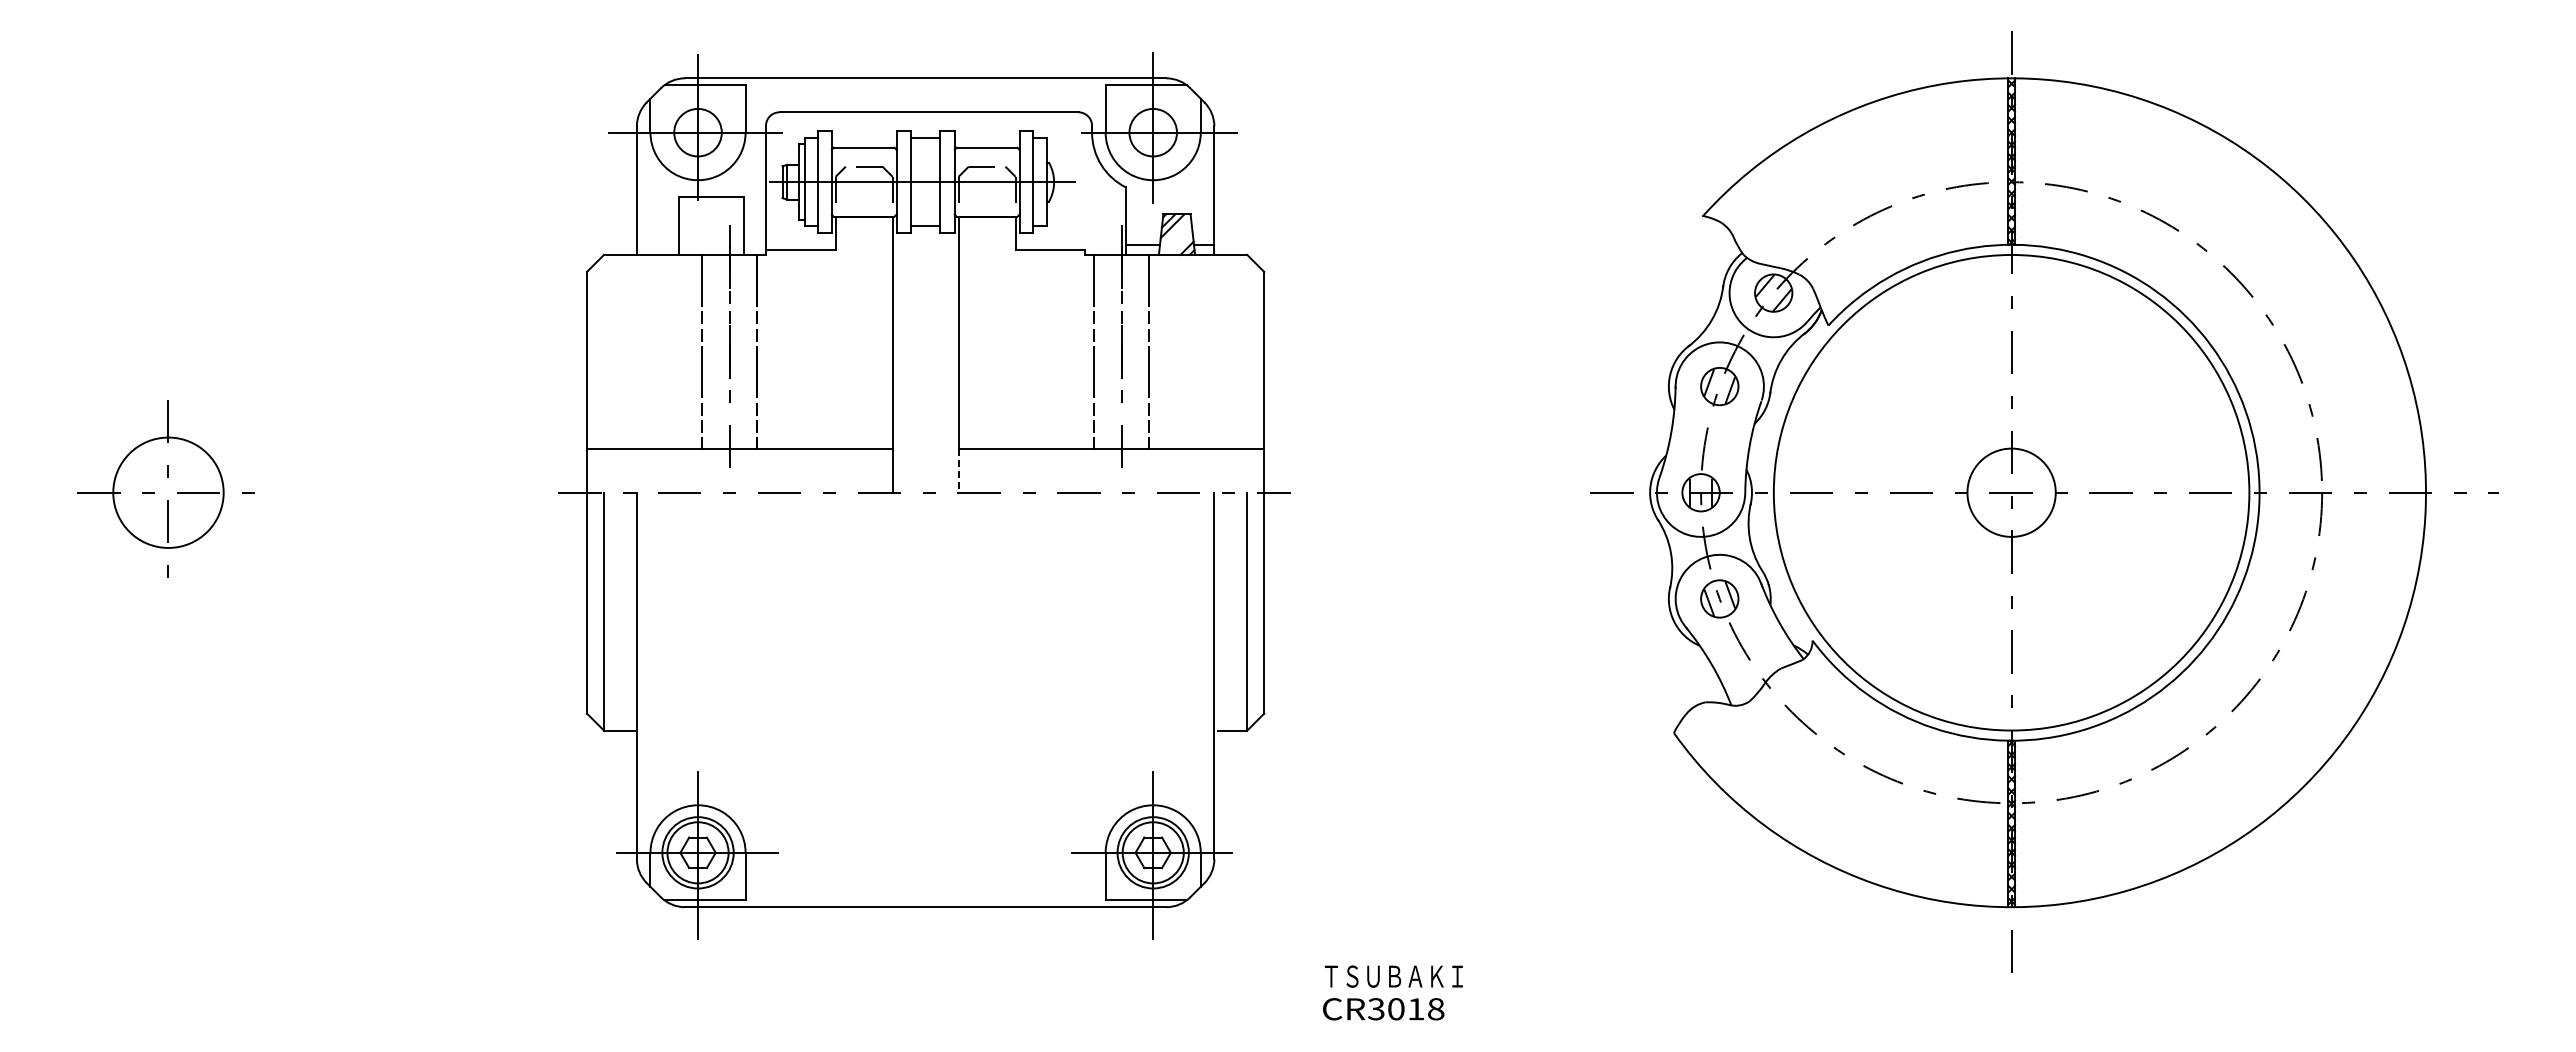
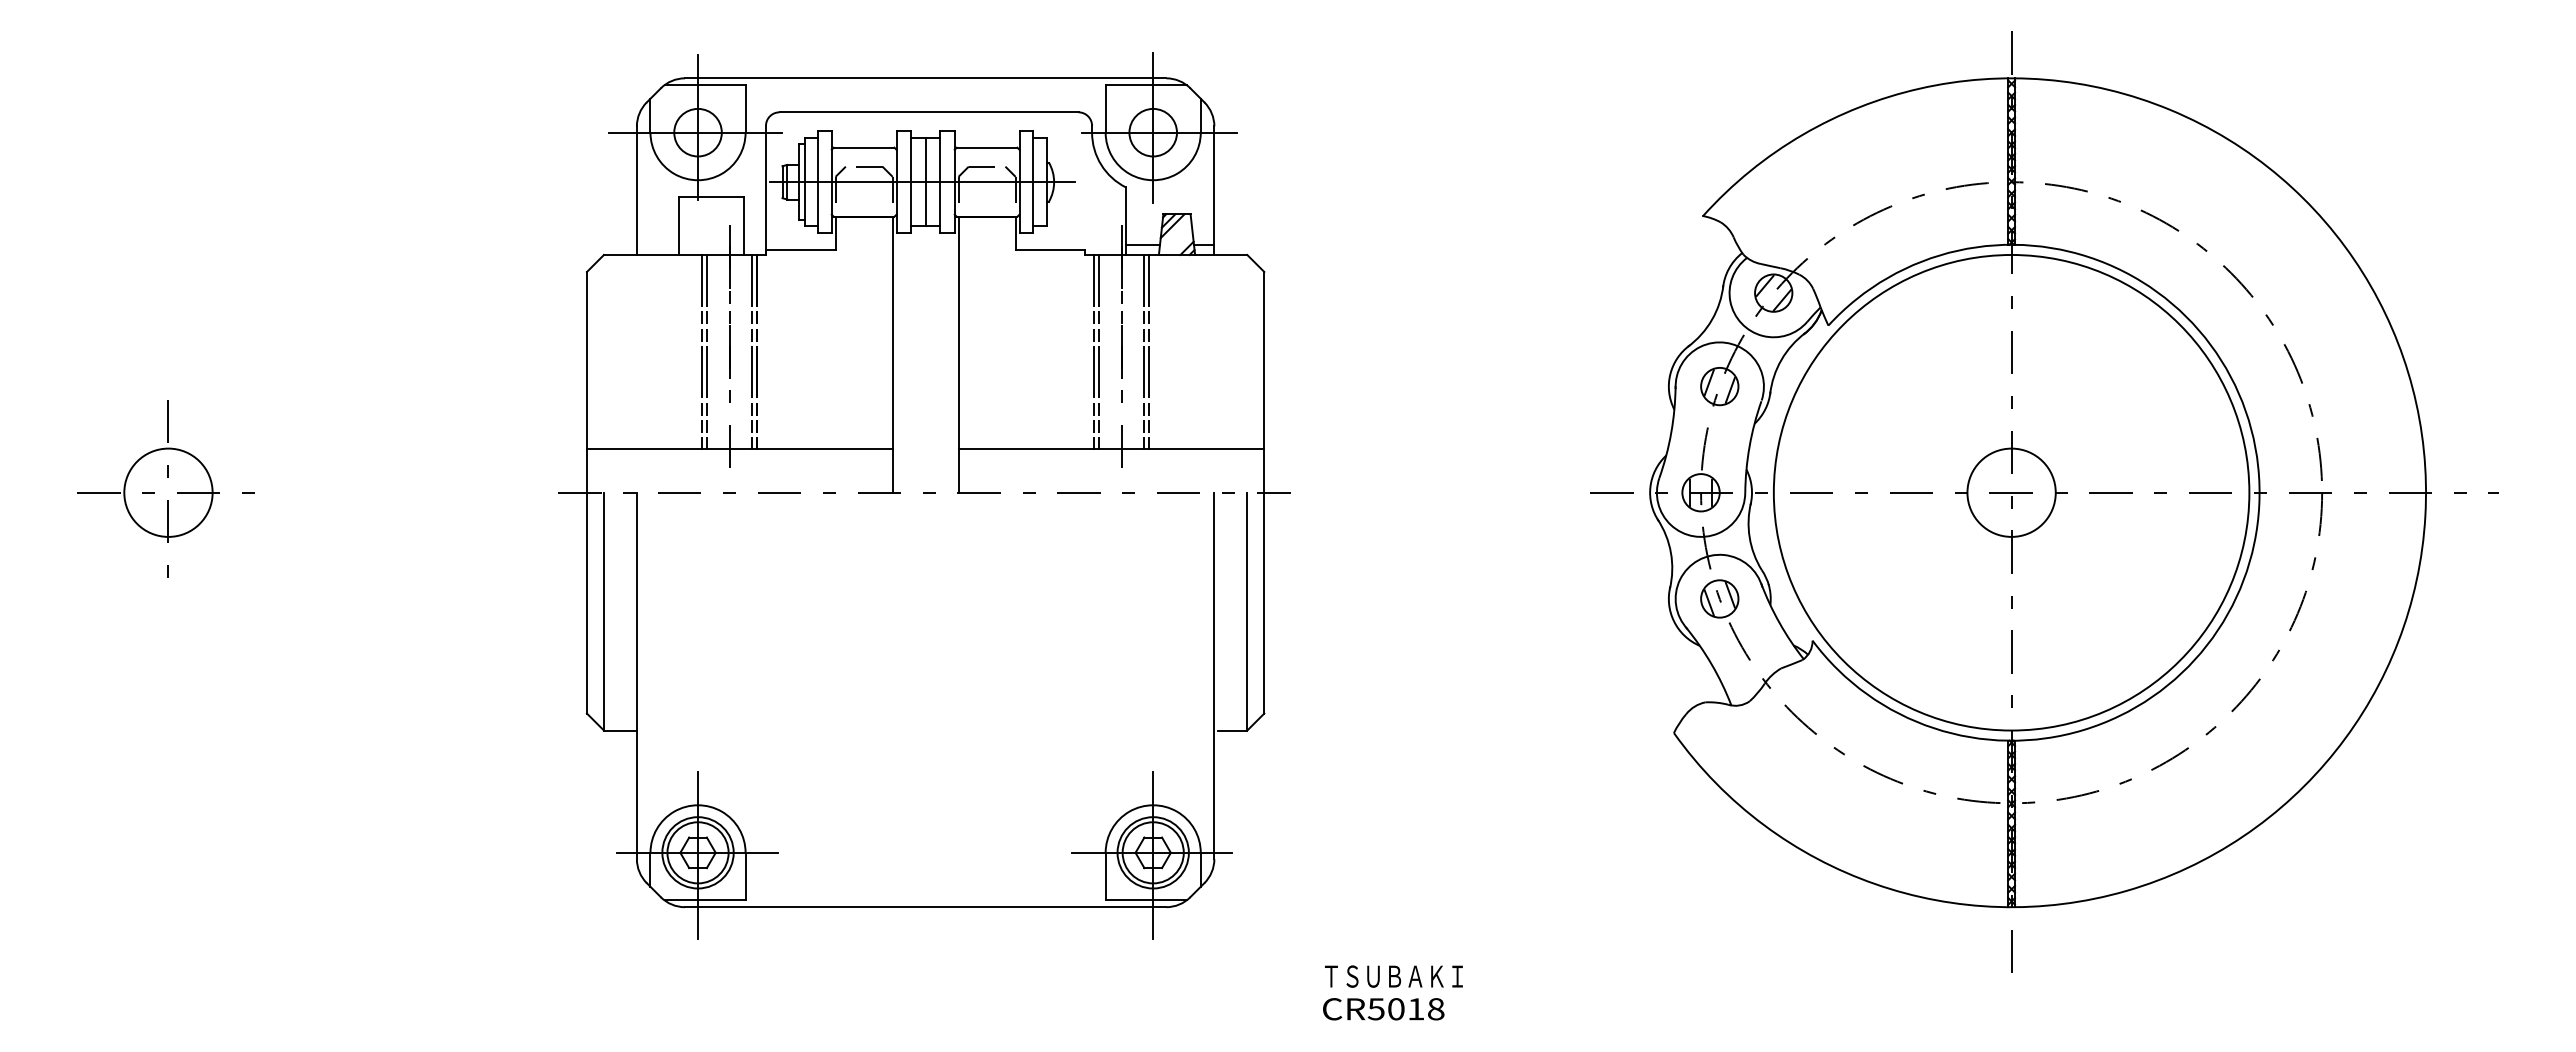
line at (925, 182): none -> present
line at (707, 351): none -> present
line at (752, 351): none -> present
line at (1099, 351): none -> present
line at (1144, 351): none -> present
line at (958, 471): dashed -> solid
circle at (168, 492) diameter: 110 px -> 88 px
text at (1376, 1008): CR3018 -> CR5018
